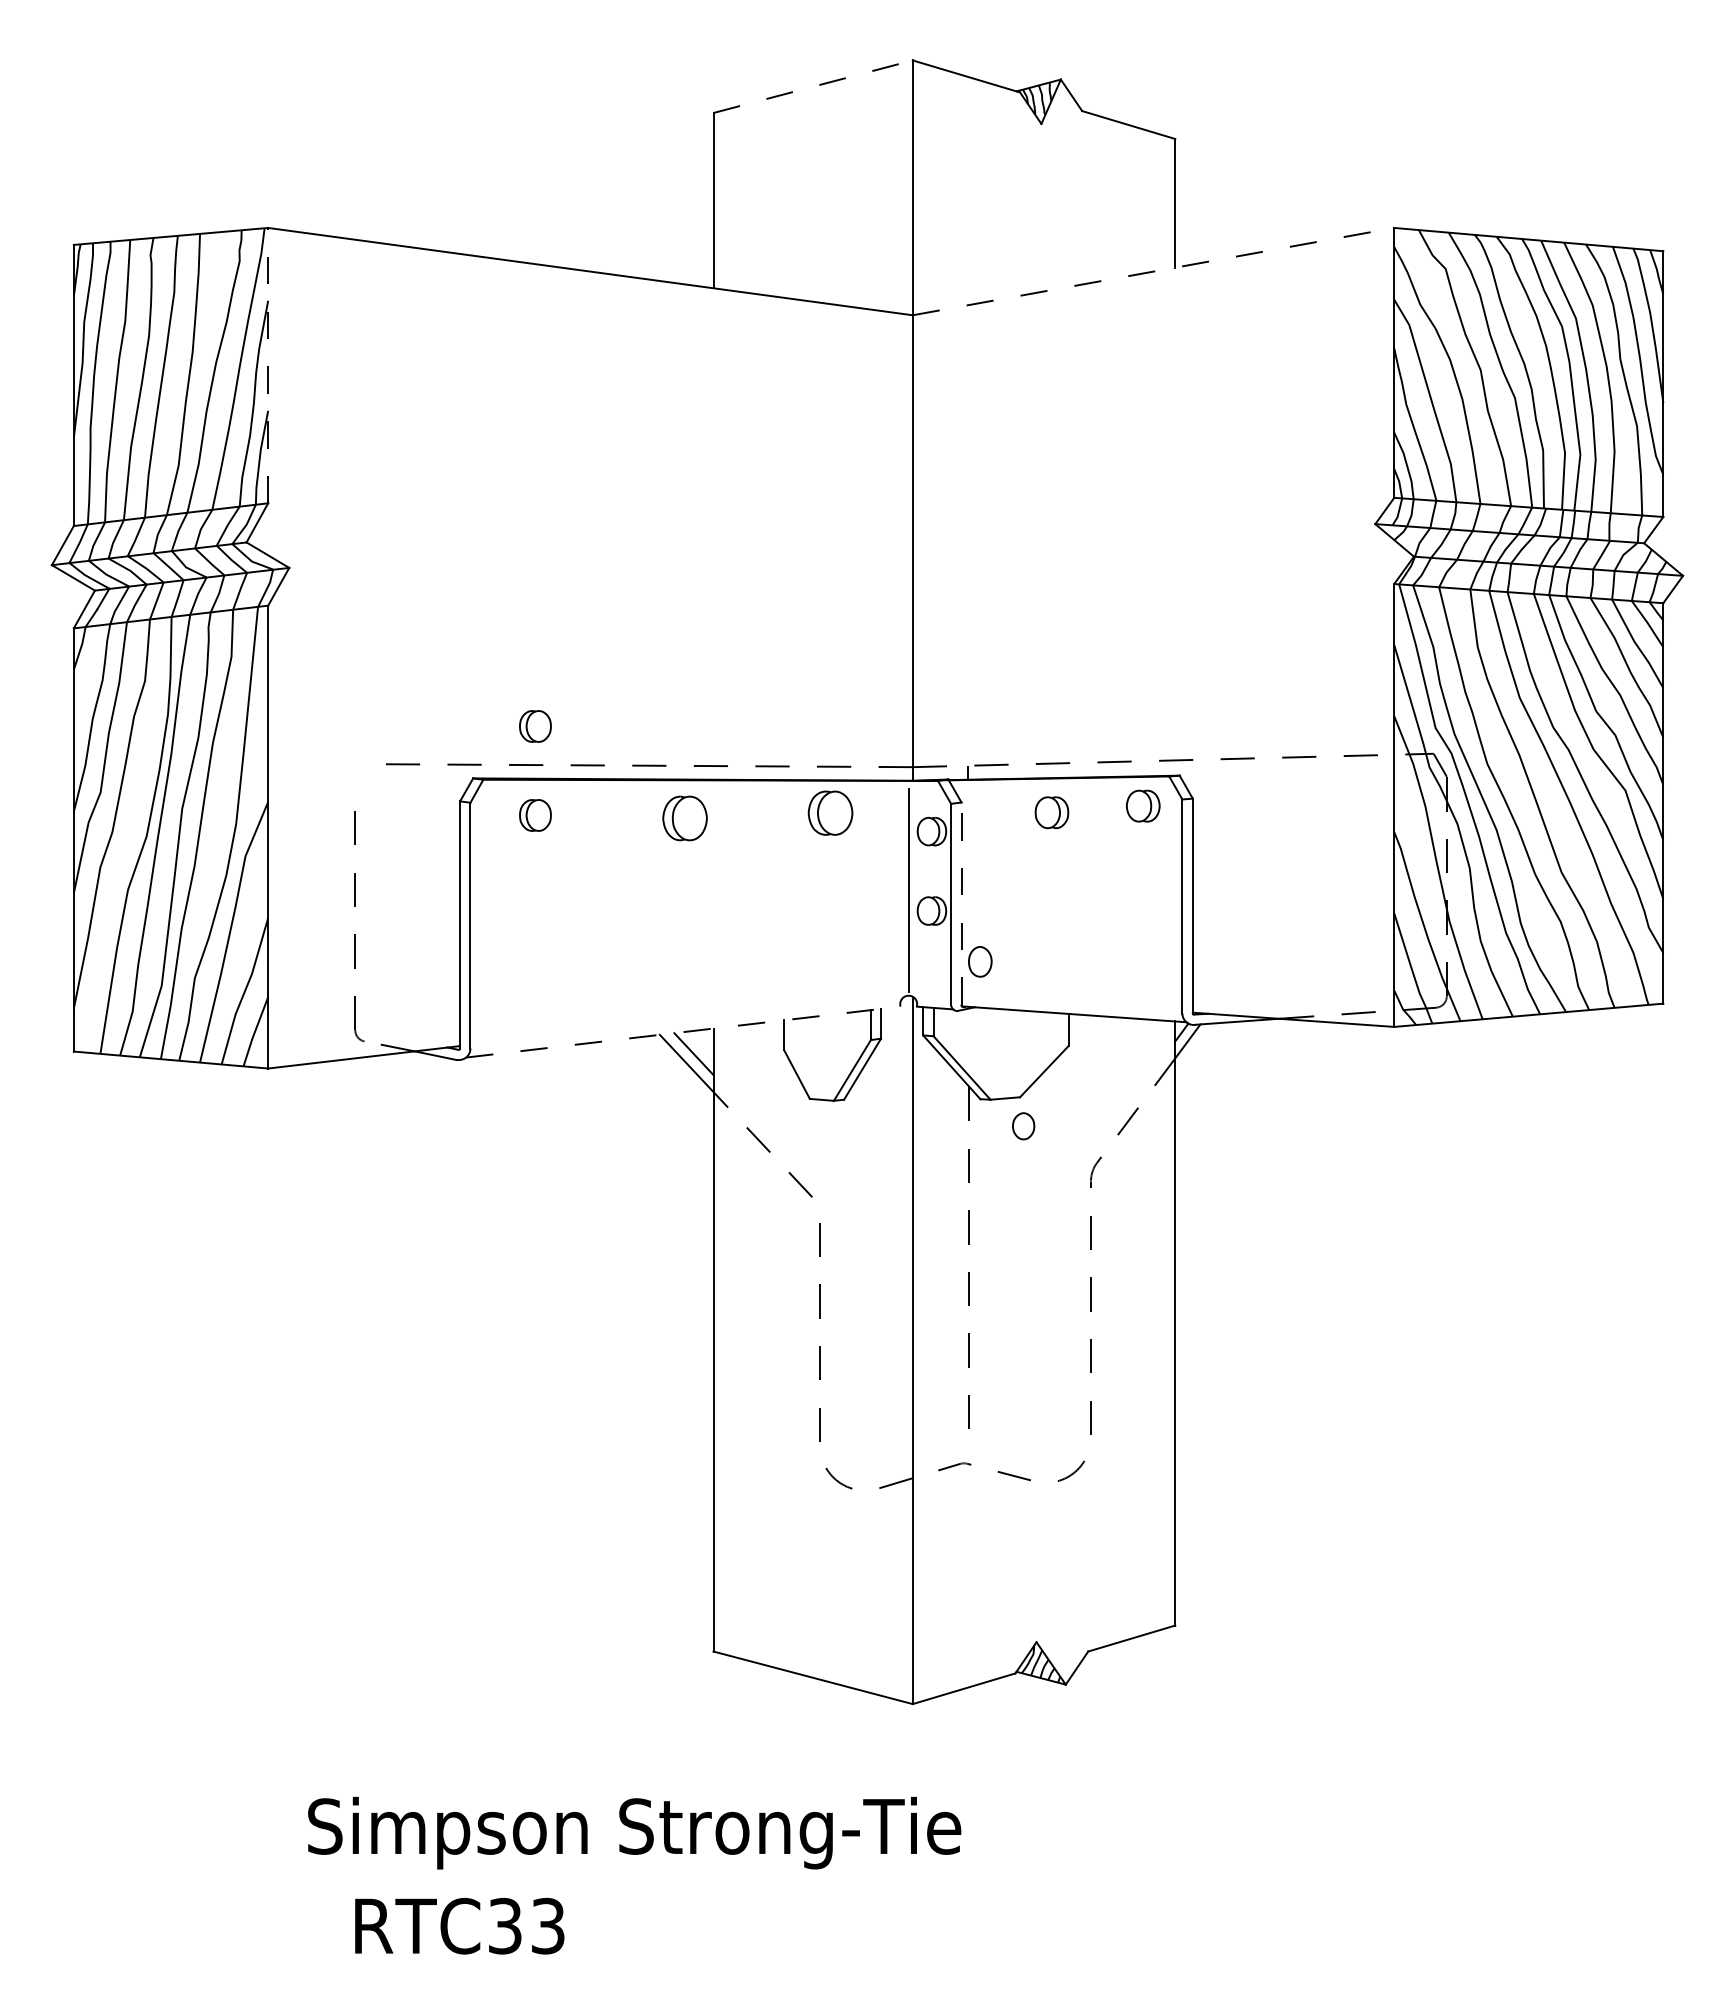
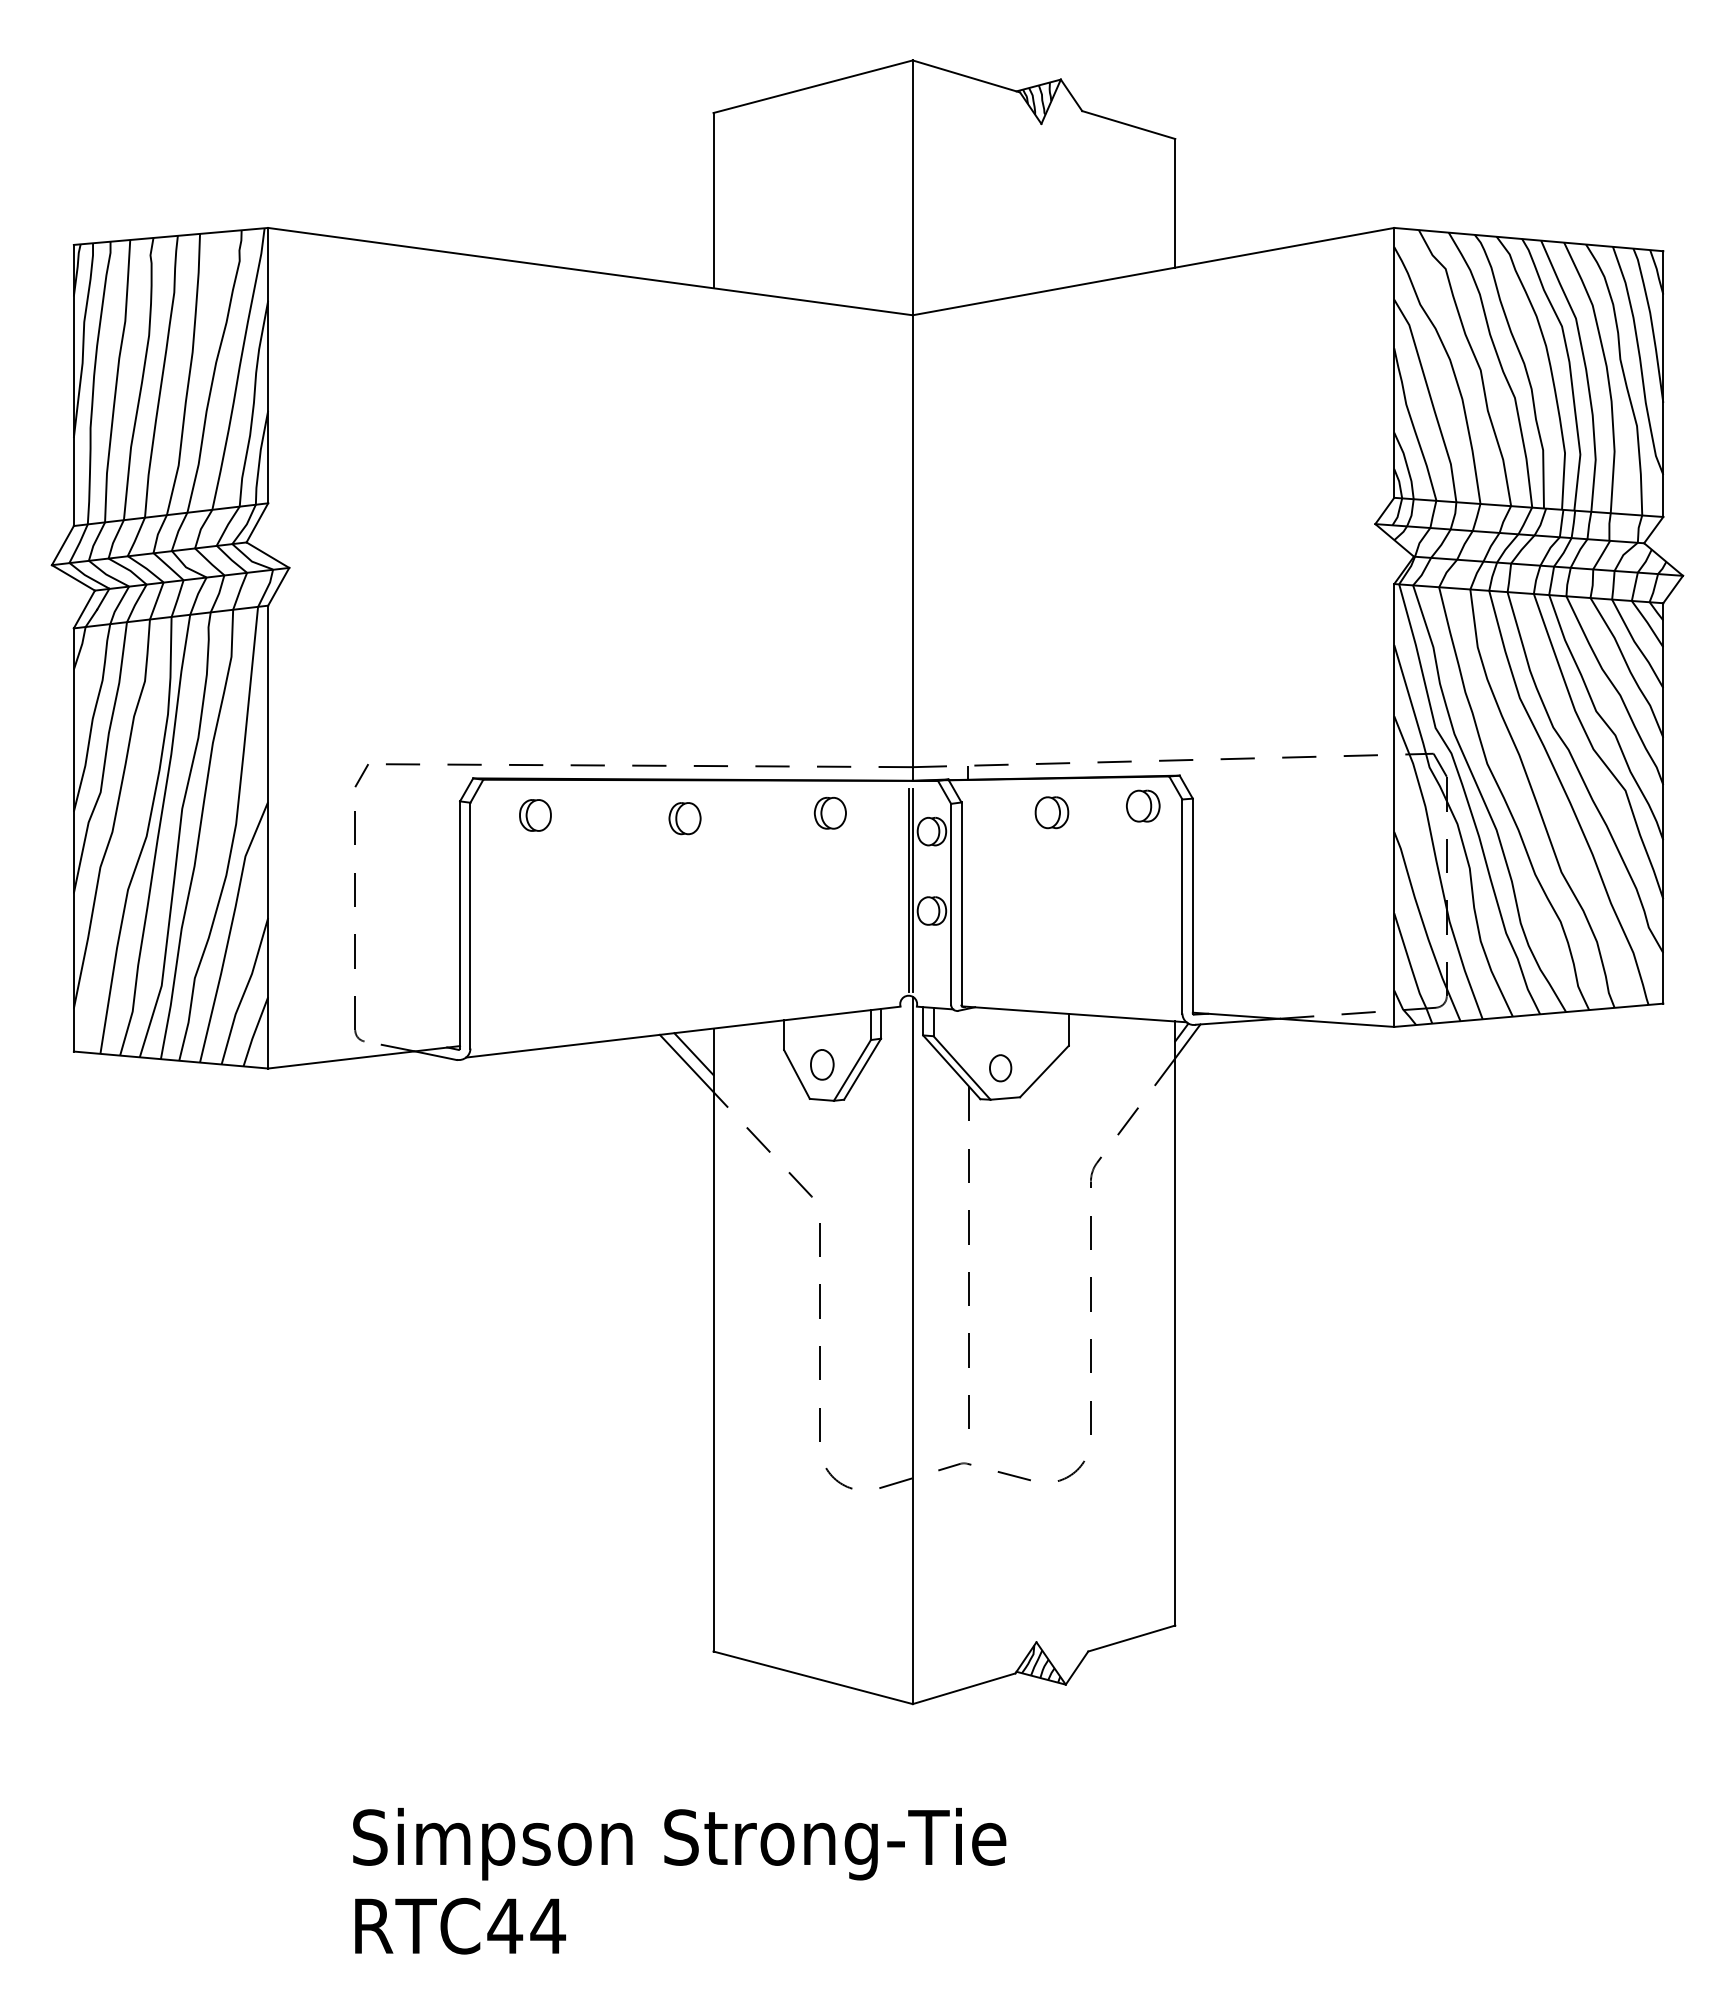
line at (813, 86): dashed -> solid
line at (1153, 271): dashed -> solid
line at (268, 365): dashed -> solid
part at (535, 726): present -> none
line at (361, 775): none -> present
part at (830, 812) size: 47x46 px -> 34x33 px
part at (684, 818) size: 46x47 px -> 34x34 px
line at (912, 889): none -> present
line at (961, 903): dashed -> solid
part at (980, 961) position: (980, 961) -> (822, 1064)
line at (683, 1032): dashed -> solid
part at (1023, 1126) position: (1023, 1126) -> (1000, 1068)
text at (634, 1833) position: (634, 1833) -> (679, 1844)
text at (526, 1925): RTC33 -> RTC44
